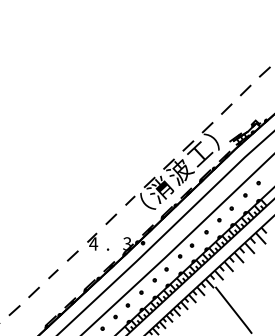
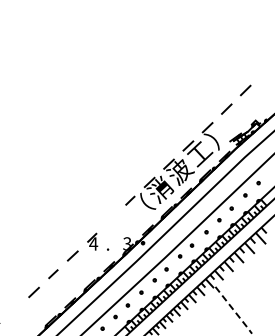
line at (264, 71): present -> none
line at (111, 218): present -> none
line at (14, 310): present -> none
line at (234, 311): solid -> dashed
